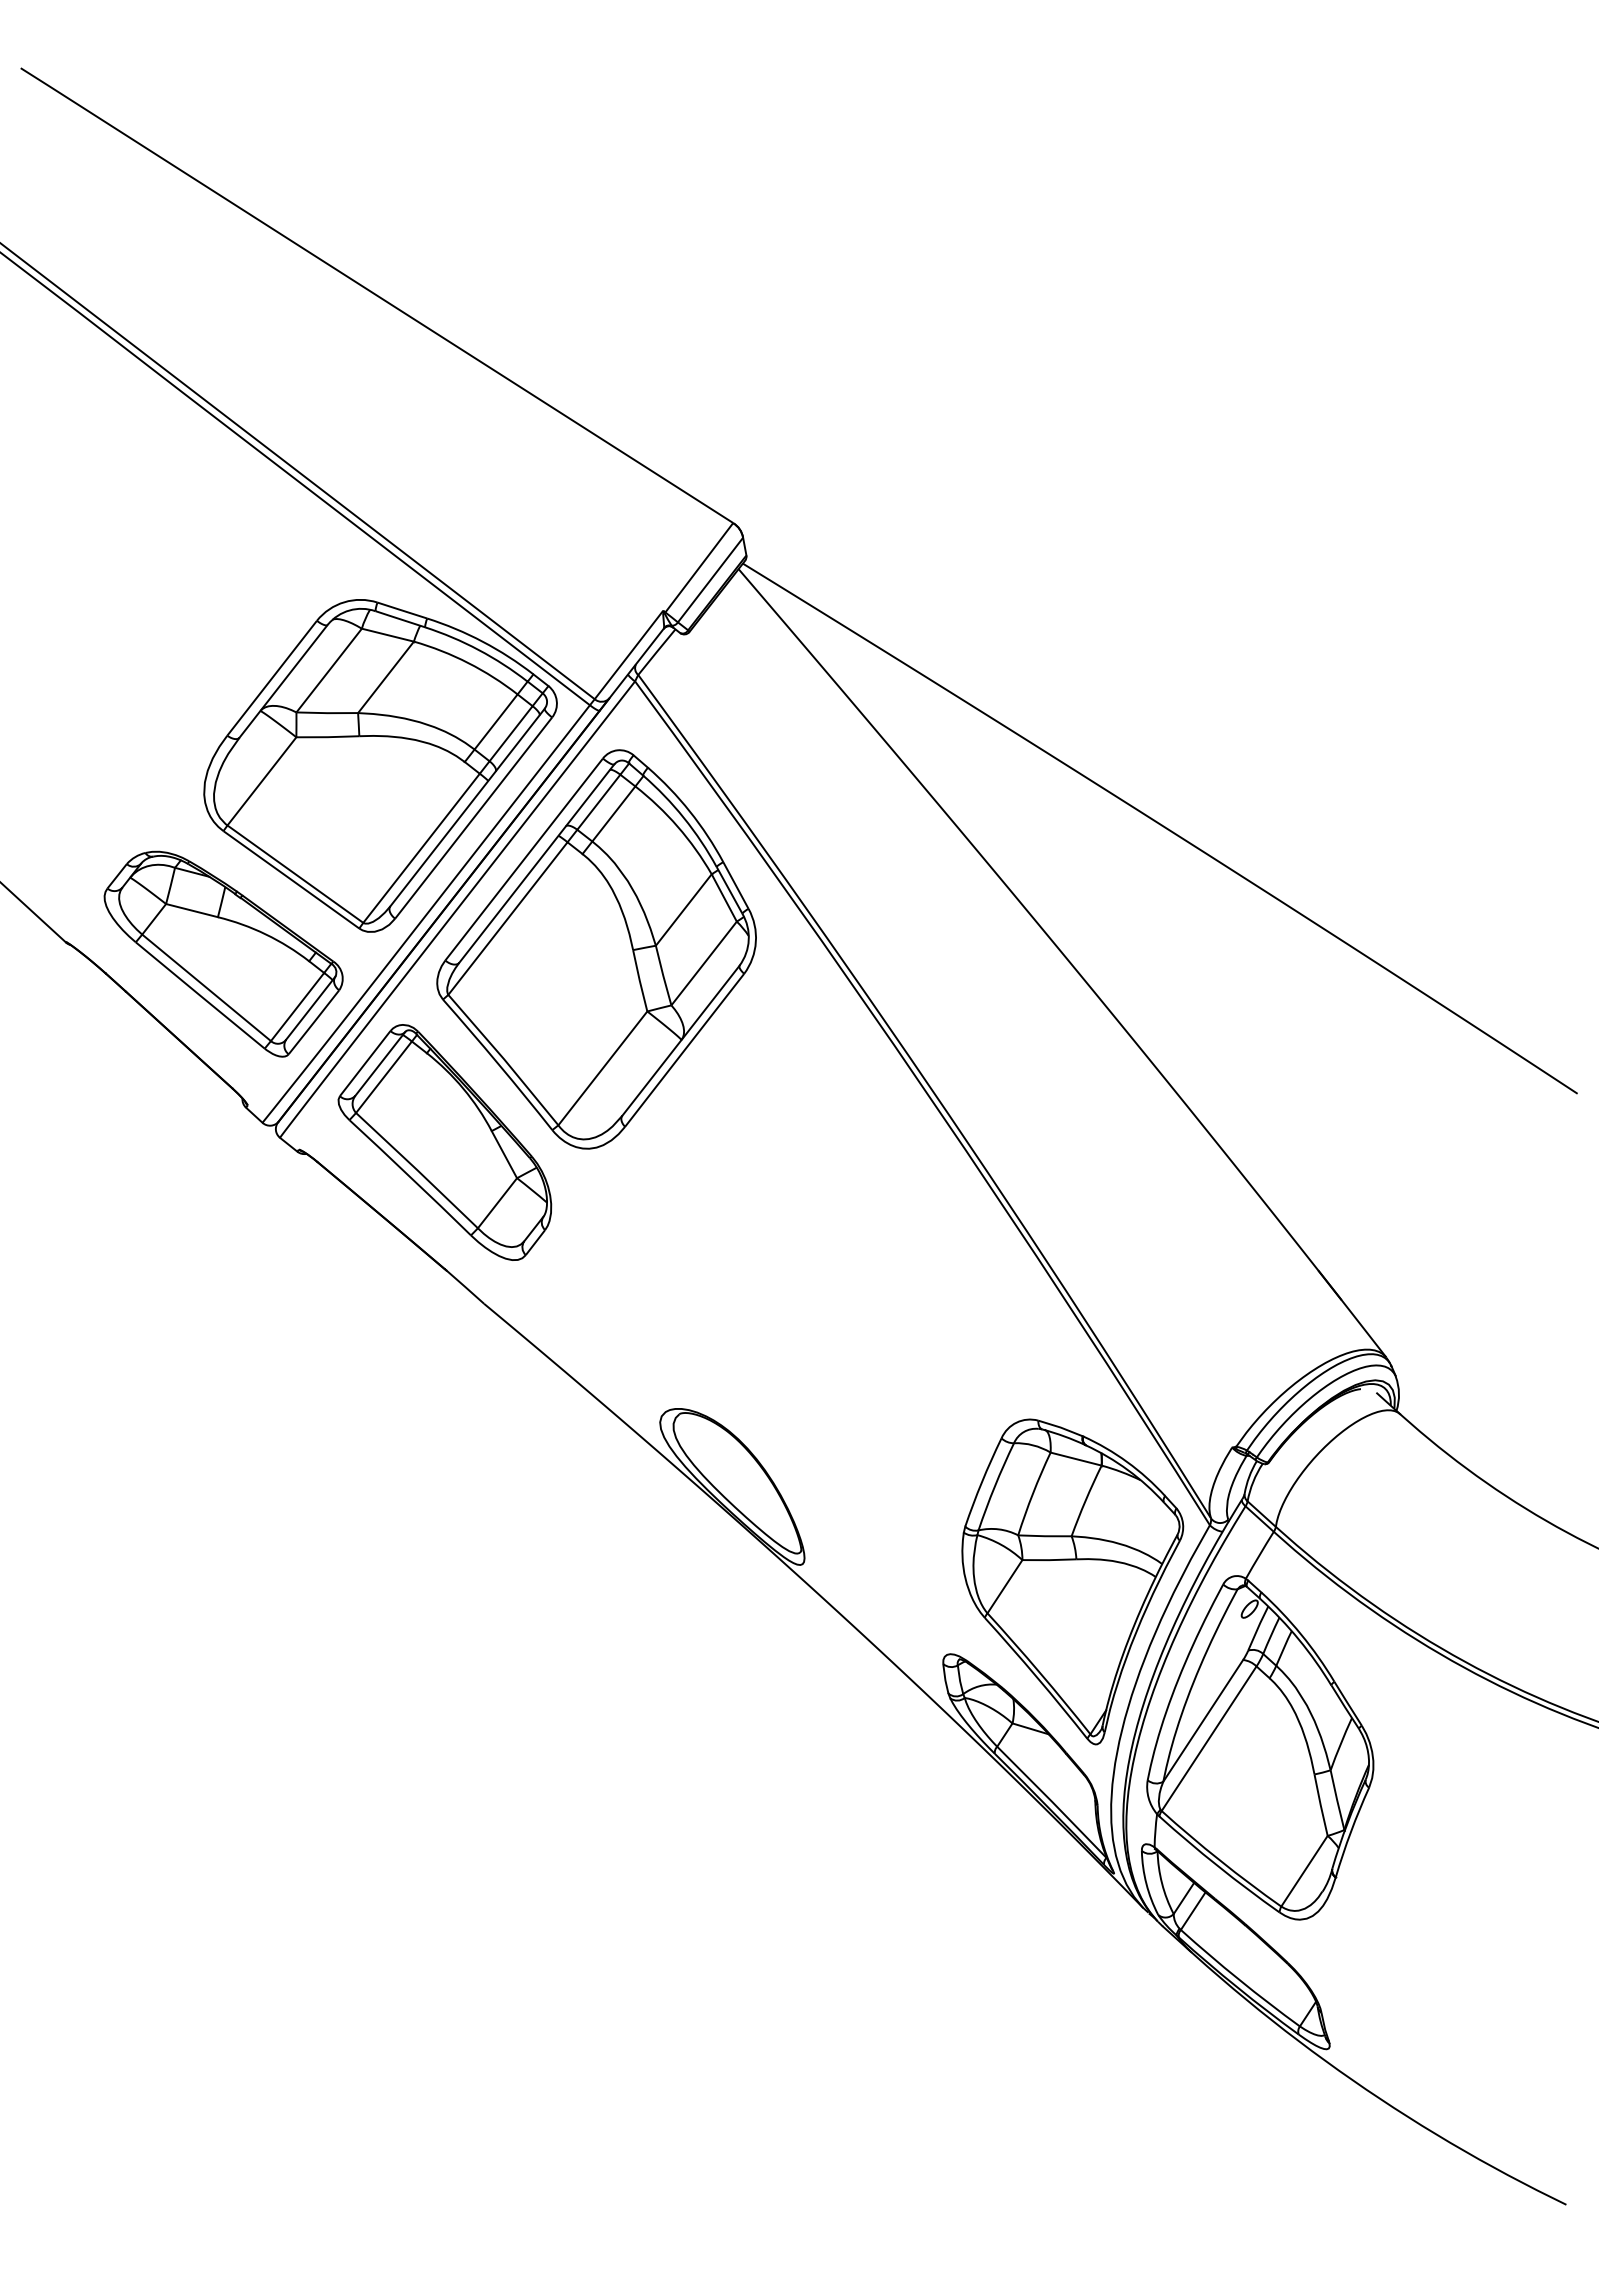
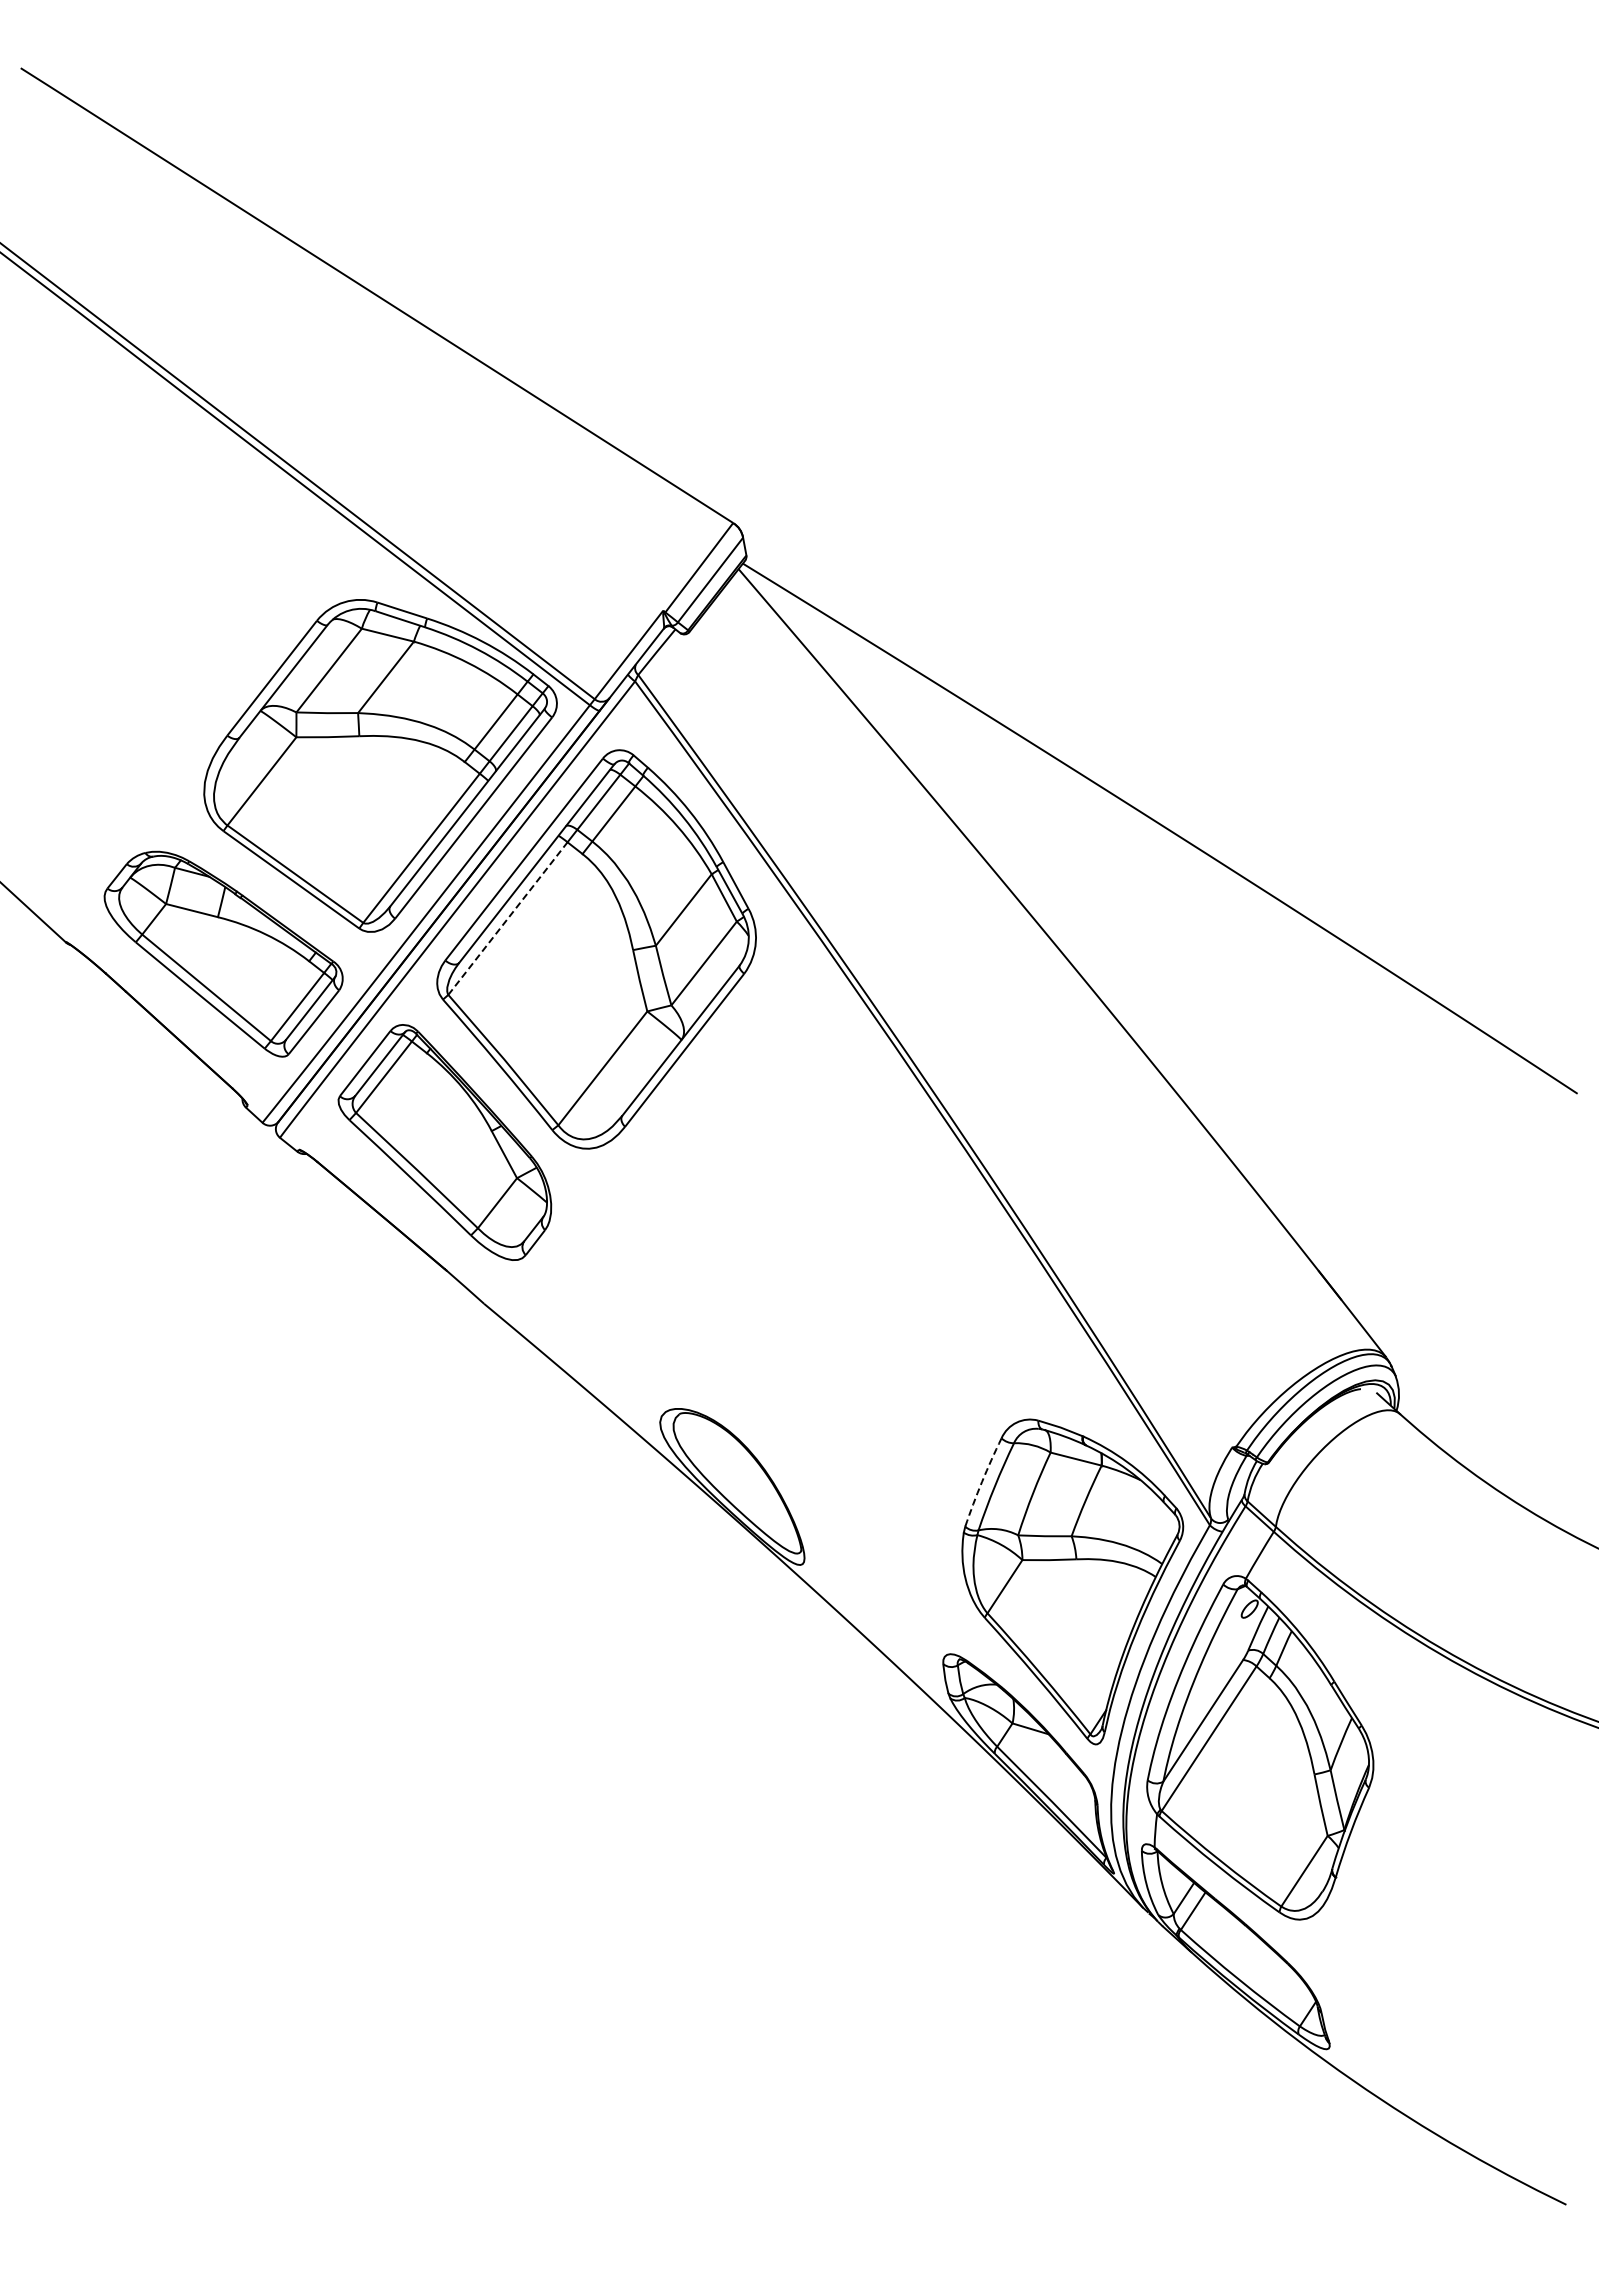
line at (507, 918): solid -> dashed
arc at (982, 1481): solid -> dashed
